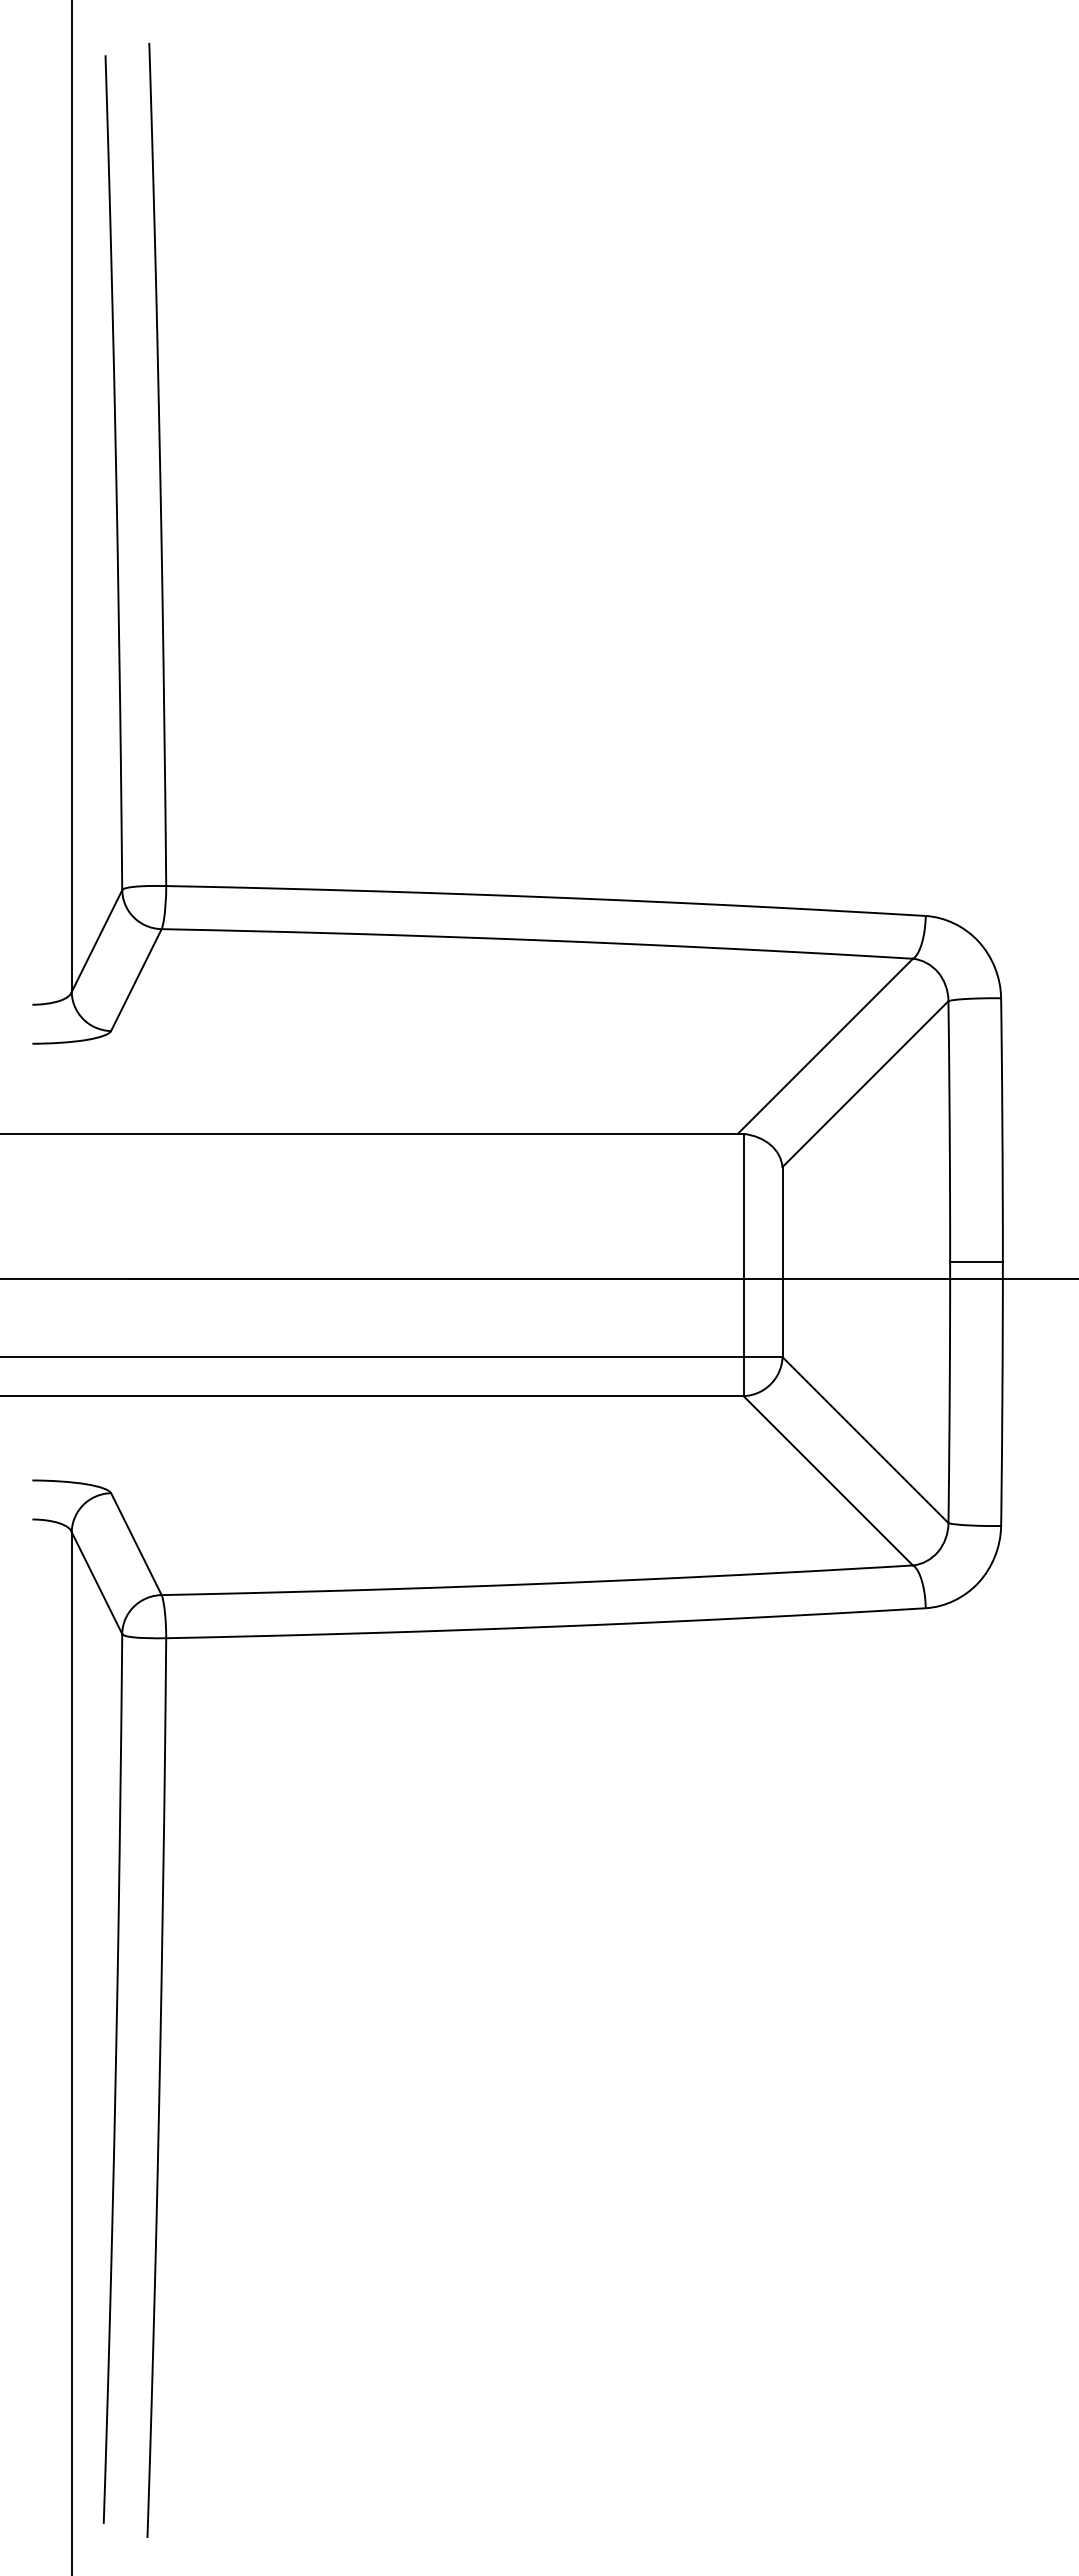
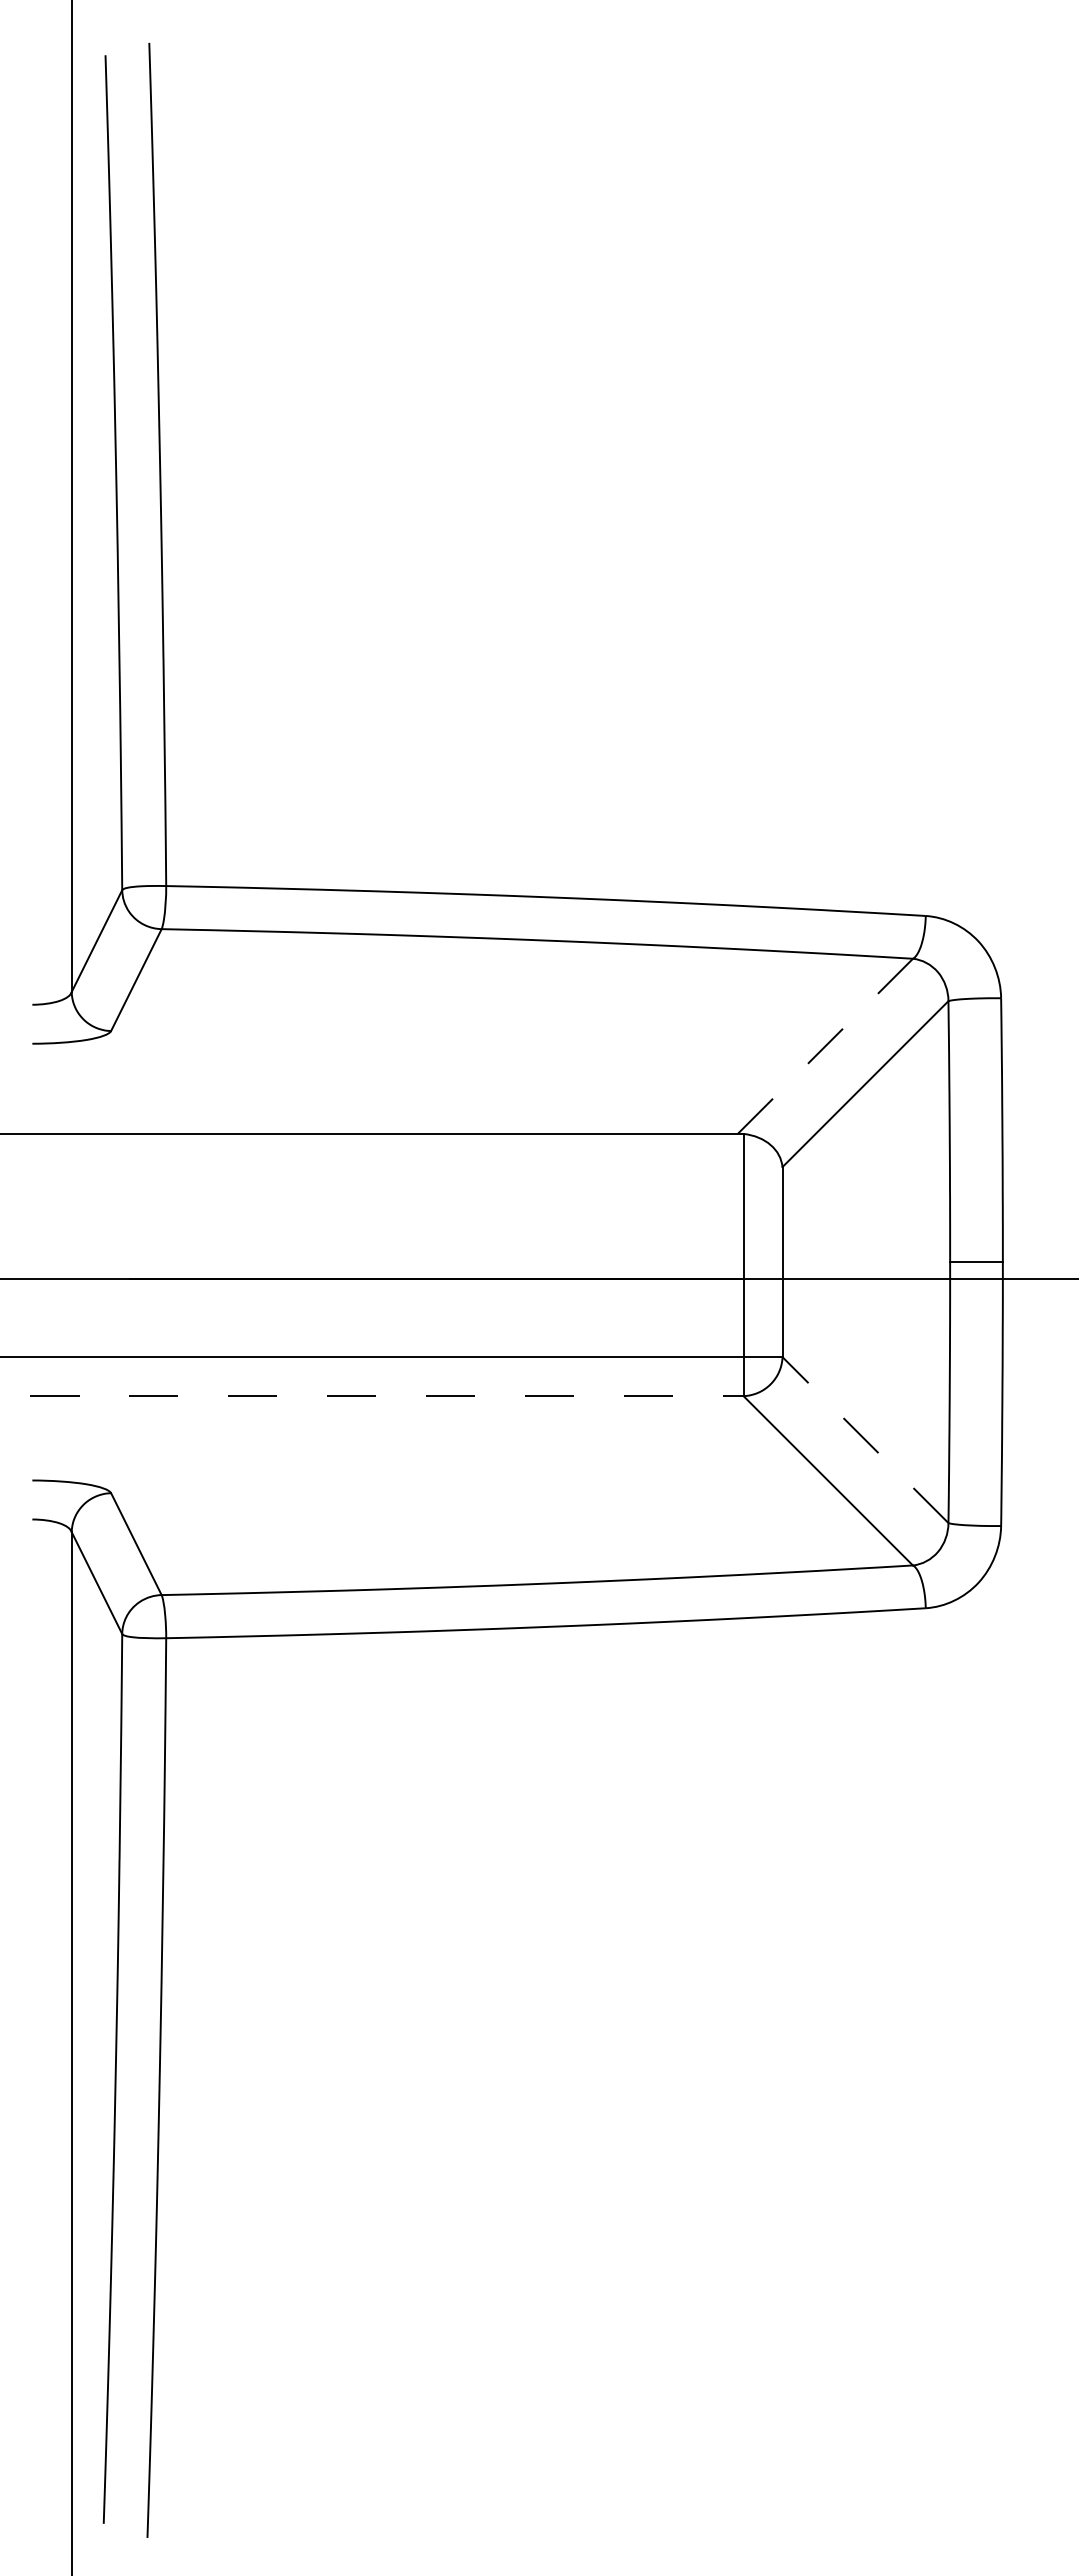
line at (825, 1046): solid -> dashed
line at (371, 1396): solid -> dashed
line at (865, 1439): solid -> dashed
